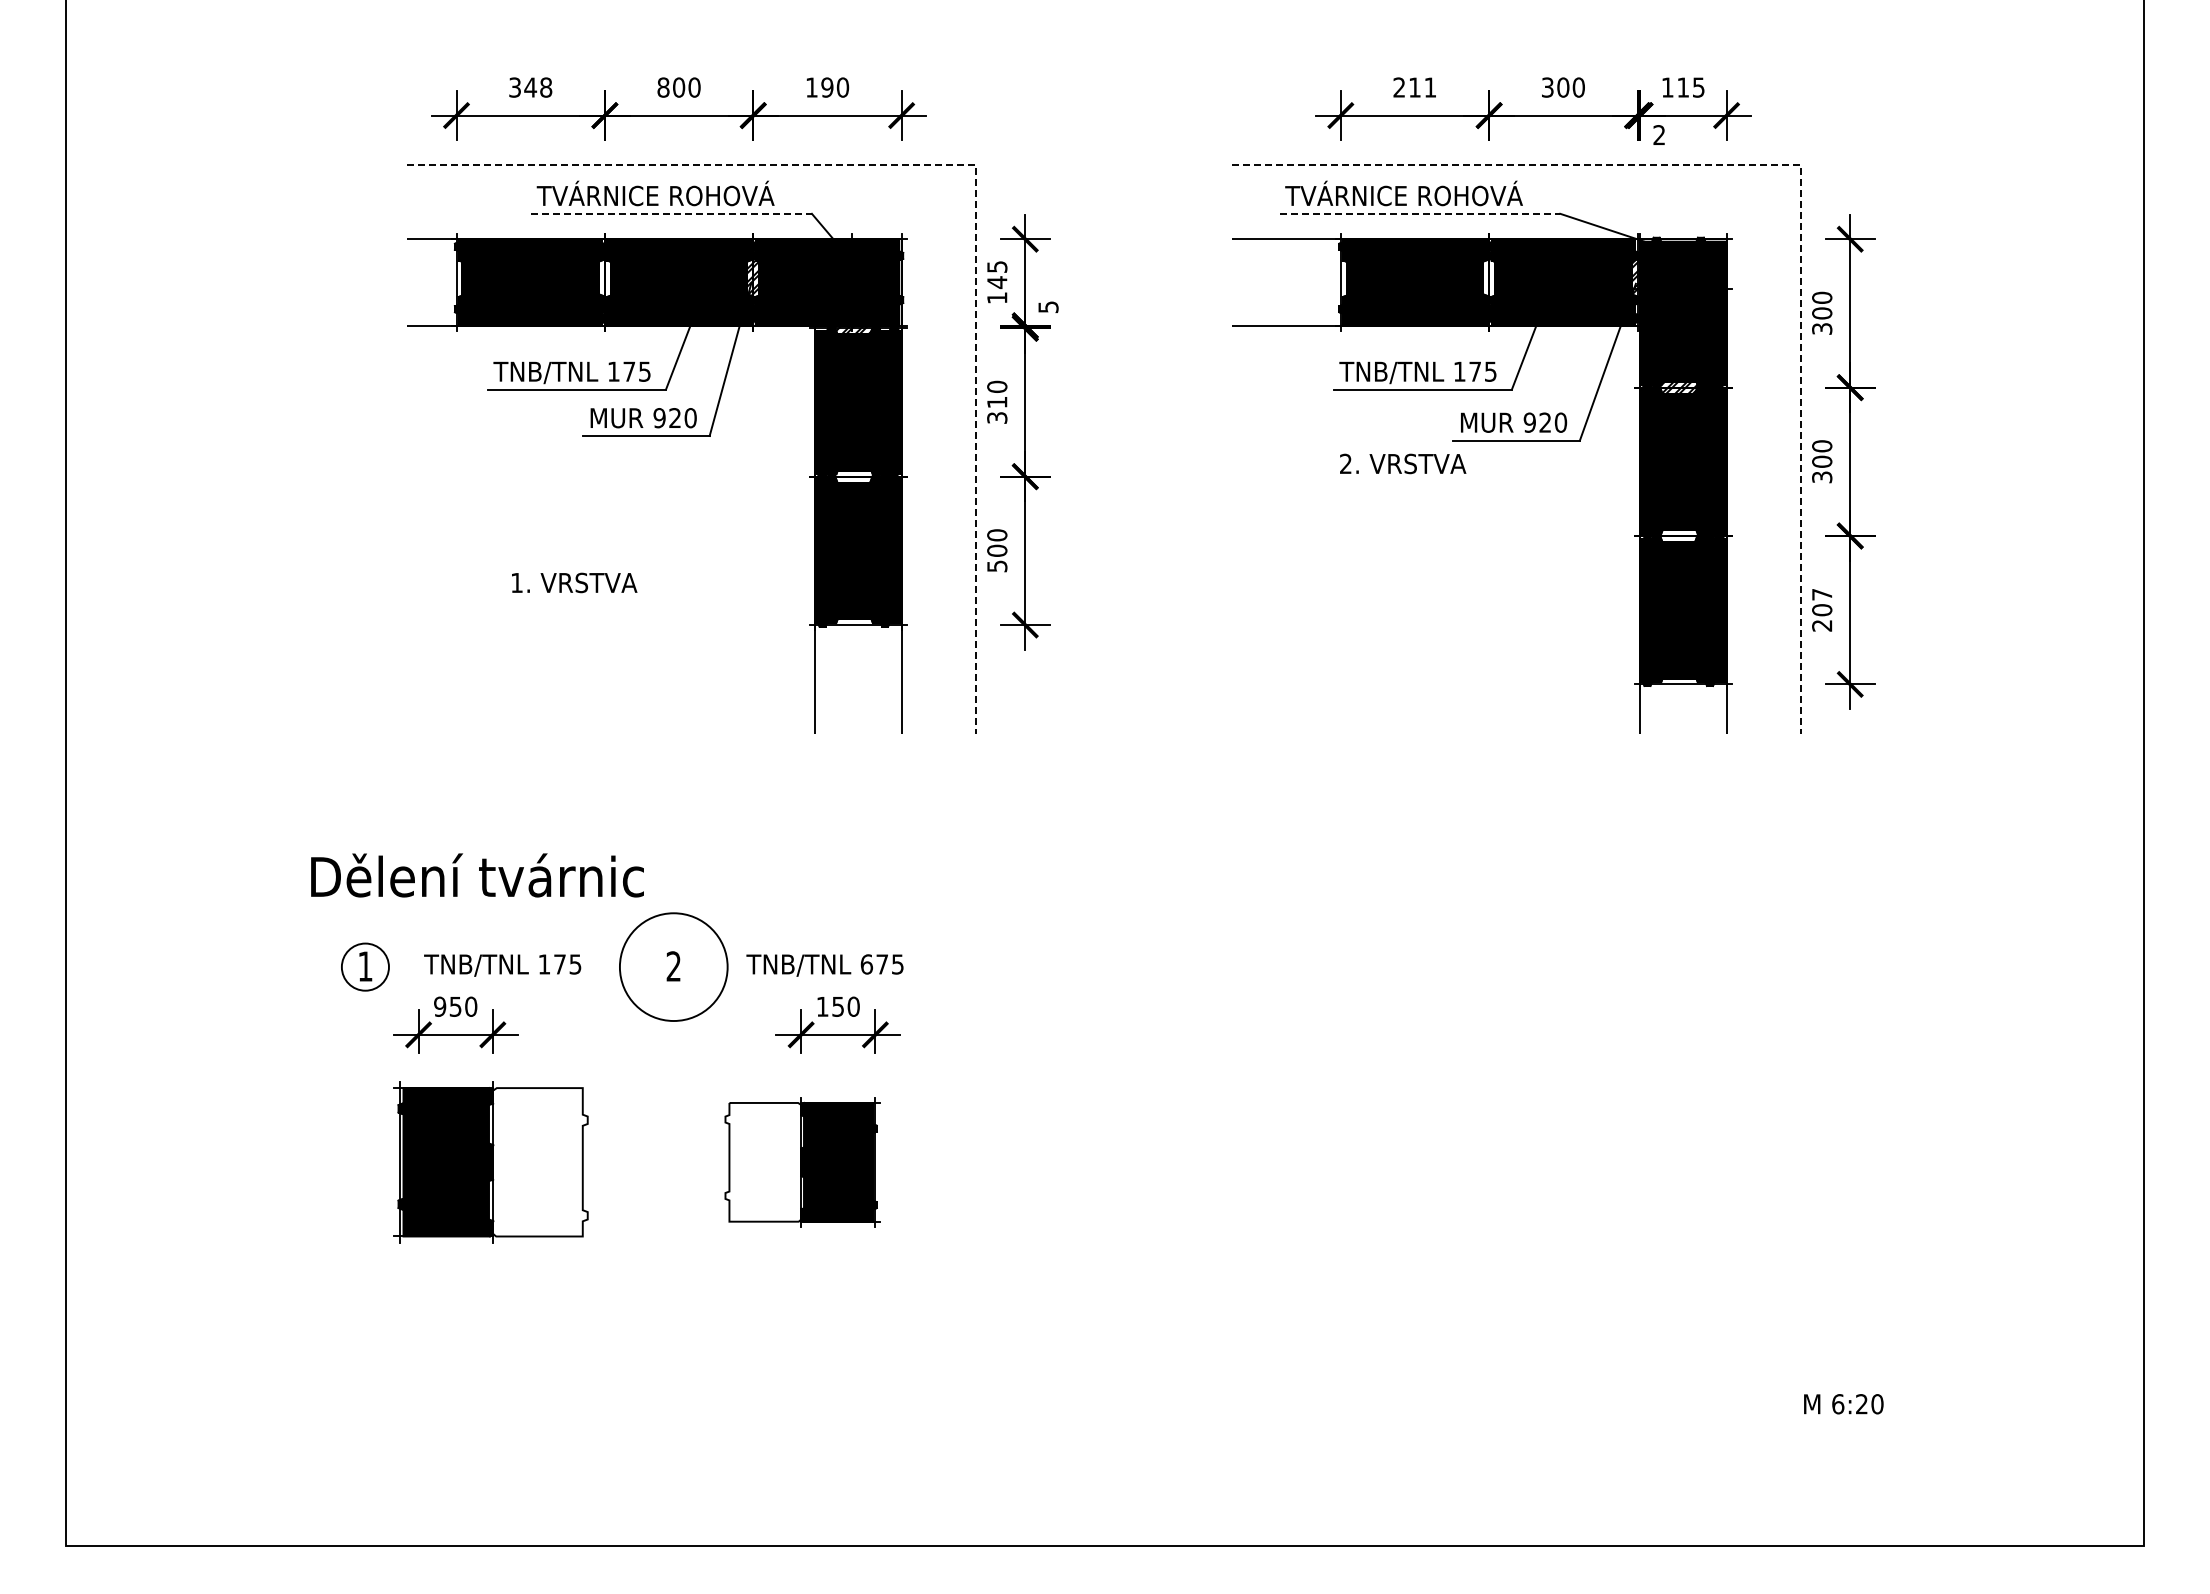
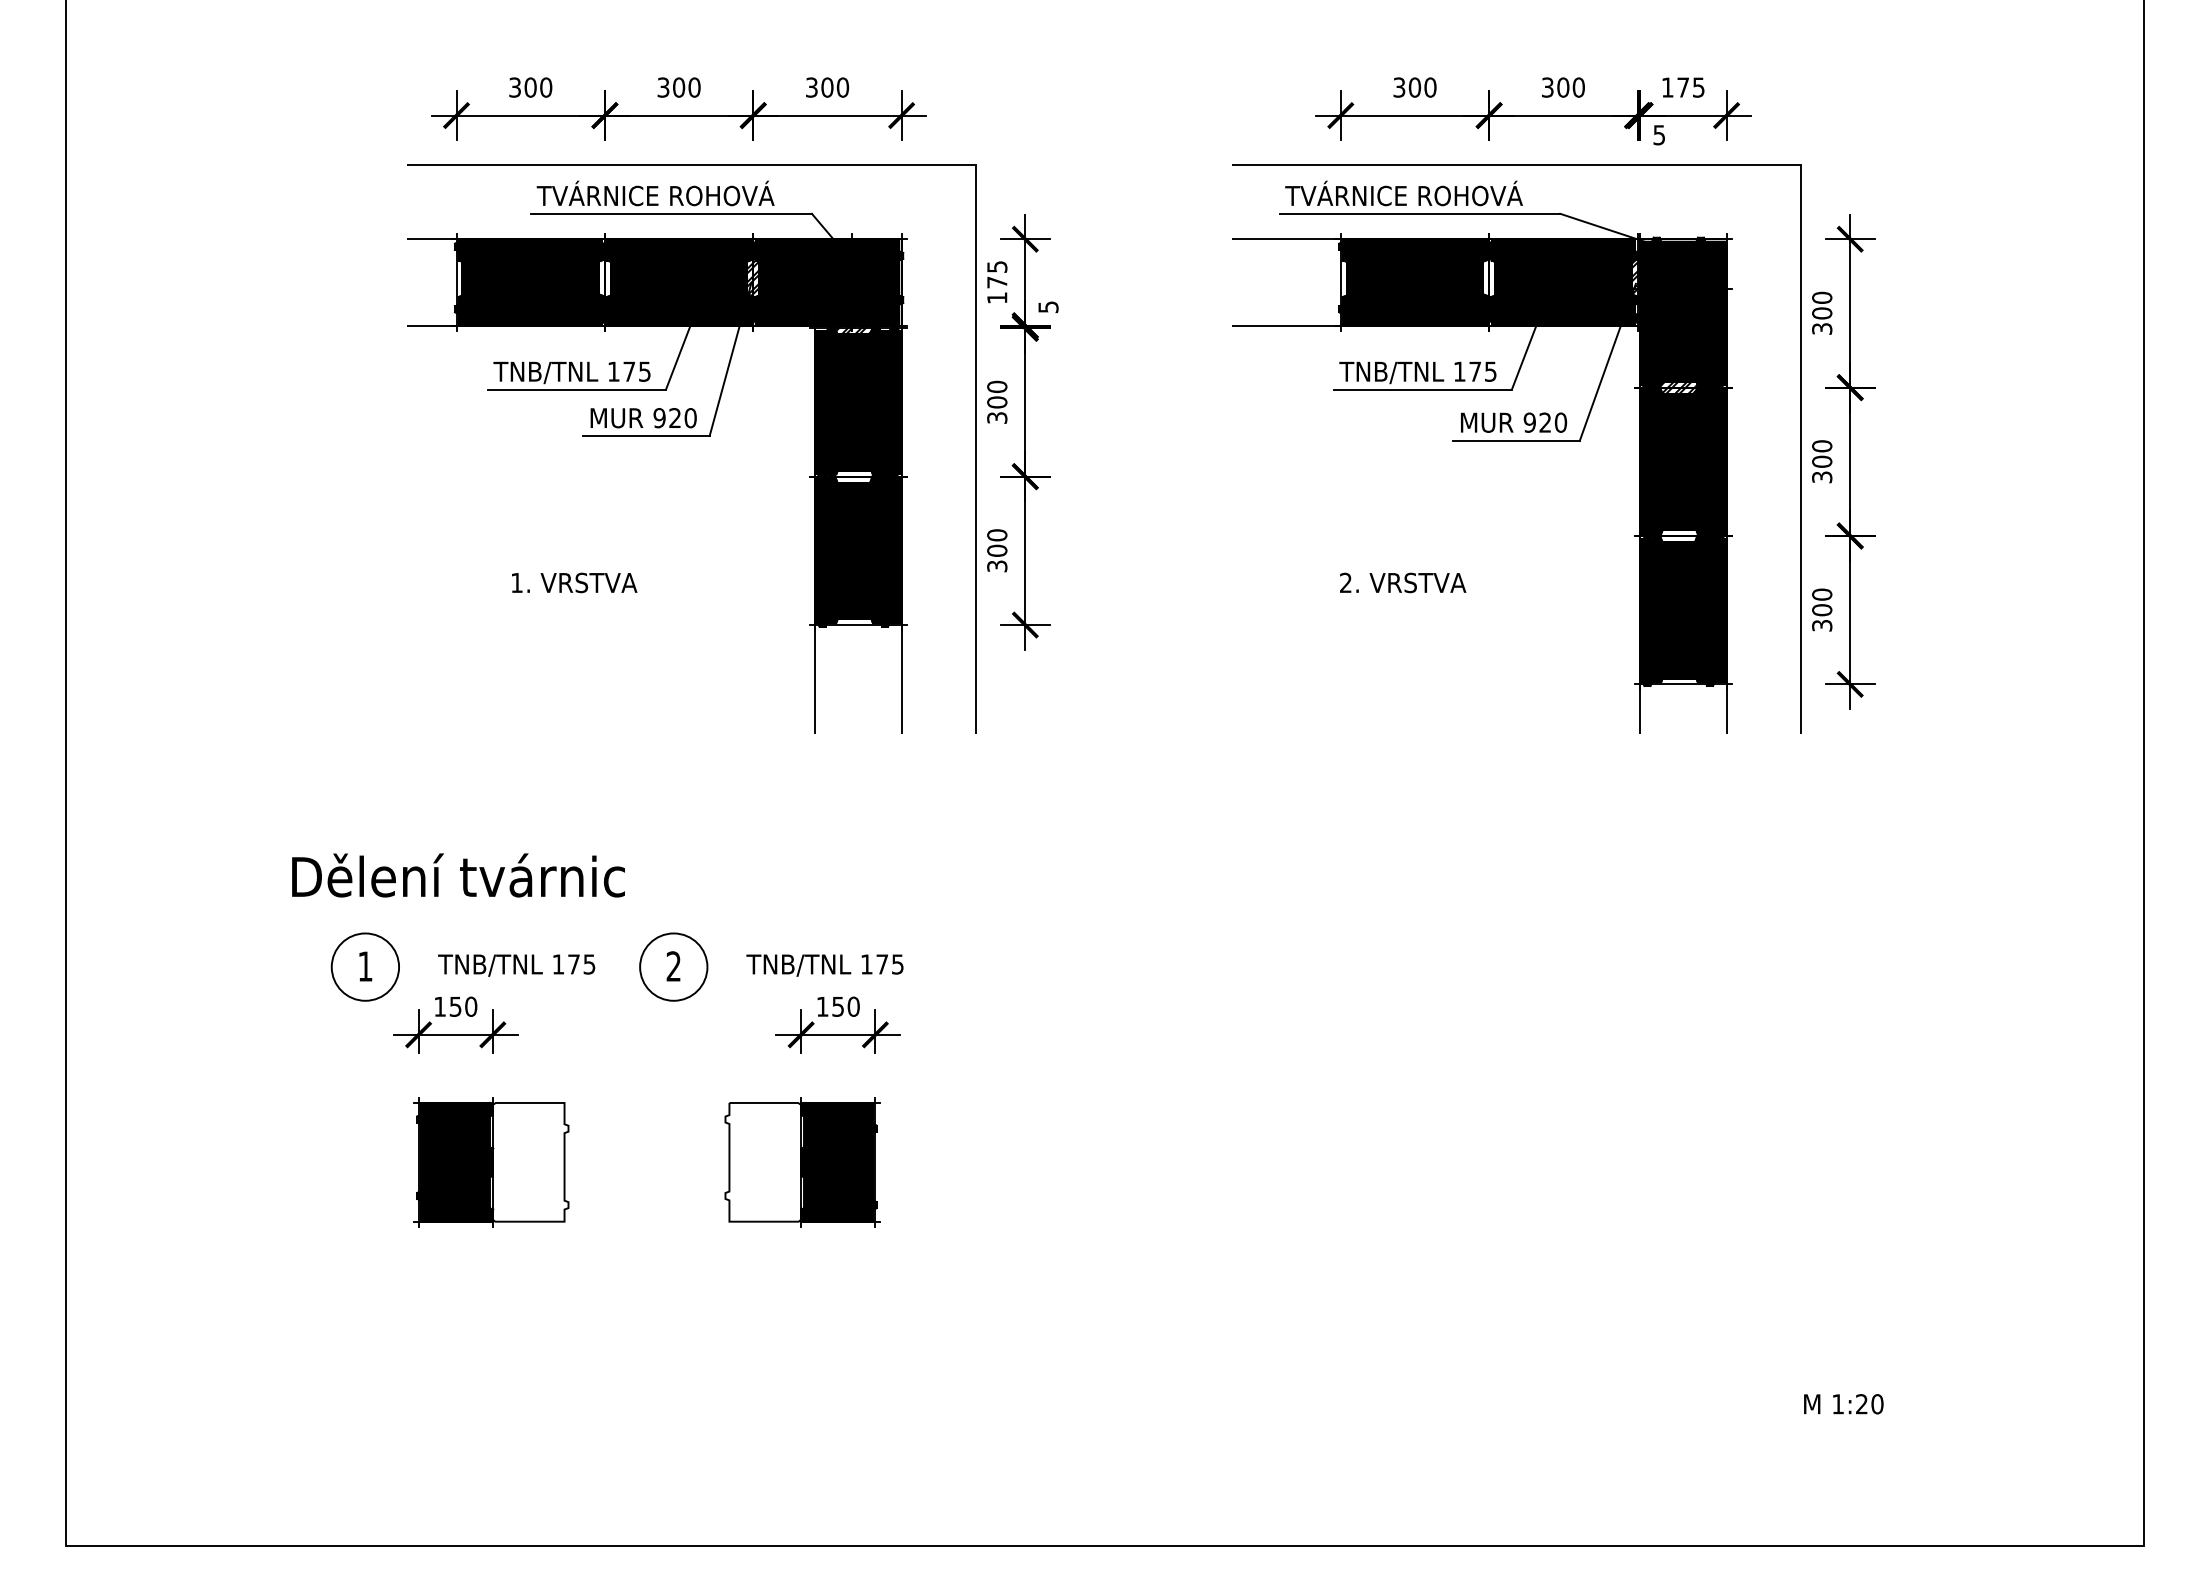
text at (538, 87): 348 -> 300
text at (663, 87): 800 -> 300
text at (819, 87): 190 -> 300
text at (1414, 87): 211 -> 300
text at (1682, 87): 115 -> 175
text at (1658, 135): 2 -> 5
line at (975, 165): dashed -> solid
line at (1800, 165): dashed -> solid
line at (672, 213): dashed -> solid
line at (1420, 213): dashed -> solid
text at (997, 282): 145 -> 175
text at (997, 402): 310 -> 300
text at (1403, 463) position: (1403, 463) -> (1403, 582)
text at (996, 565): 500 -> 300
text at (1822, 609): 207 -> 300
text at (477, 875) position: (477, 875) -> (458, 875)
text at (866, 964): 675 -> 175
text at (502, 965) position: (502, 965) -> (516, 965)
circle at (364, 966) diameter: 47 px -> 67 px
circle at (673, 967) diameter: 108 px -> 67 px
text at (440, 1006): 950 -> 150
part at (490, 1162) size: 196x163 px -> 157x131 px
text at (1838, 1404): 6:20 -> 1:20
